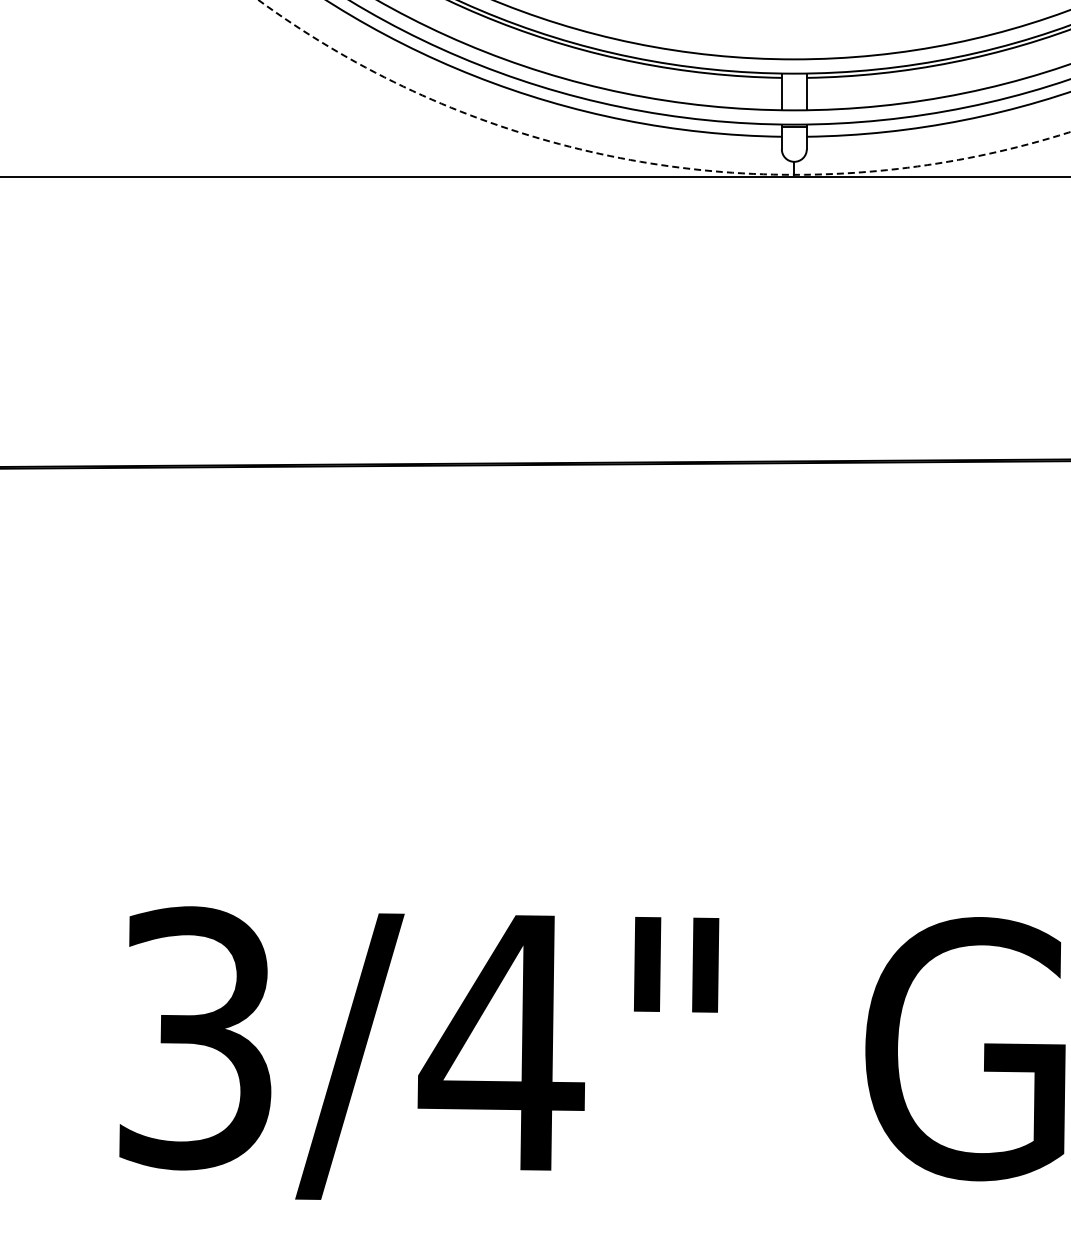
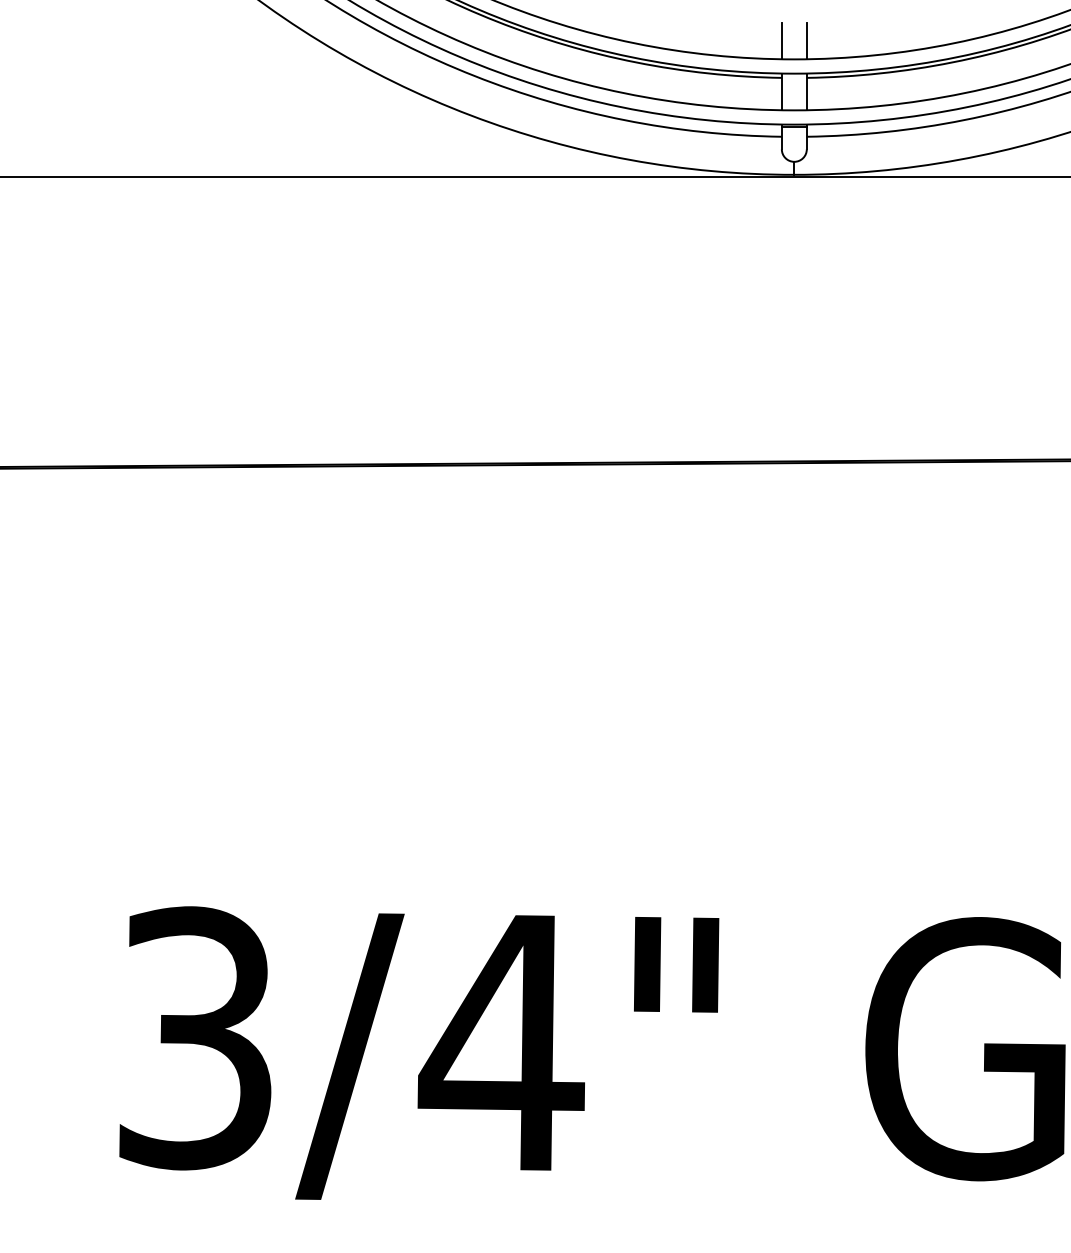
line at (781, 40): none -> present
line at (806, 40): none -> present
arc at (648, 163): dashed -> solid
